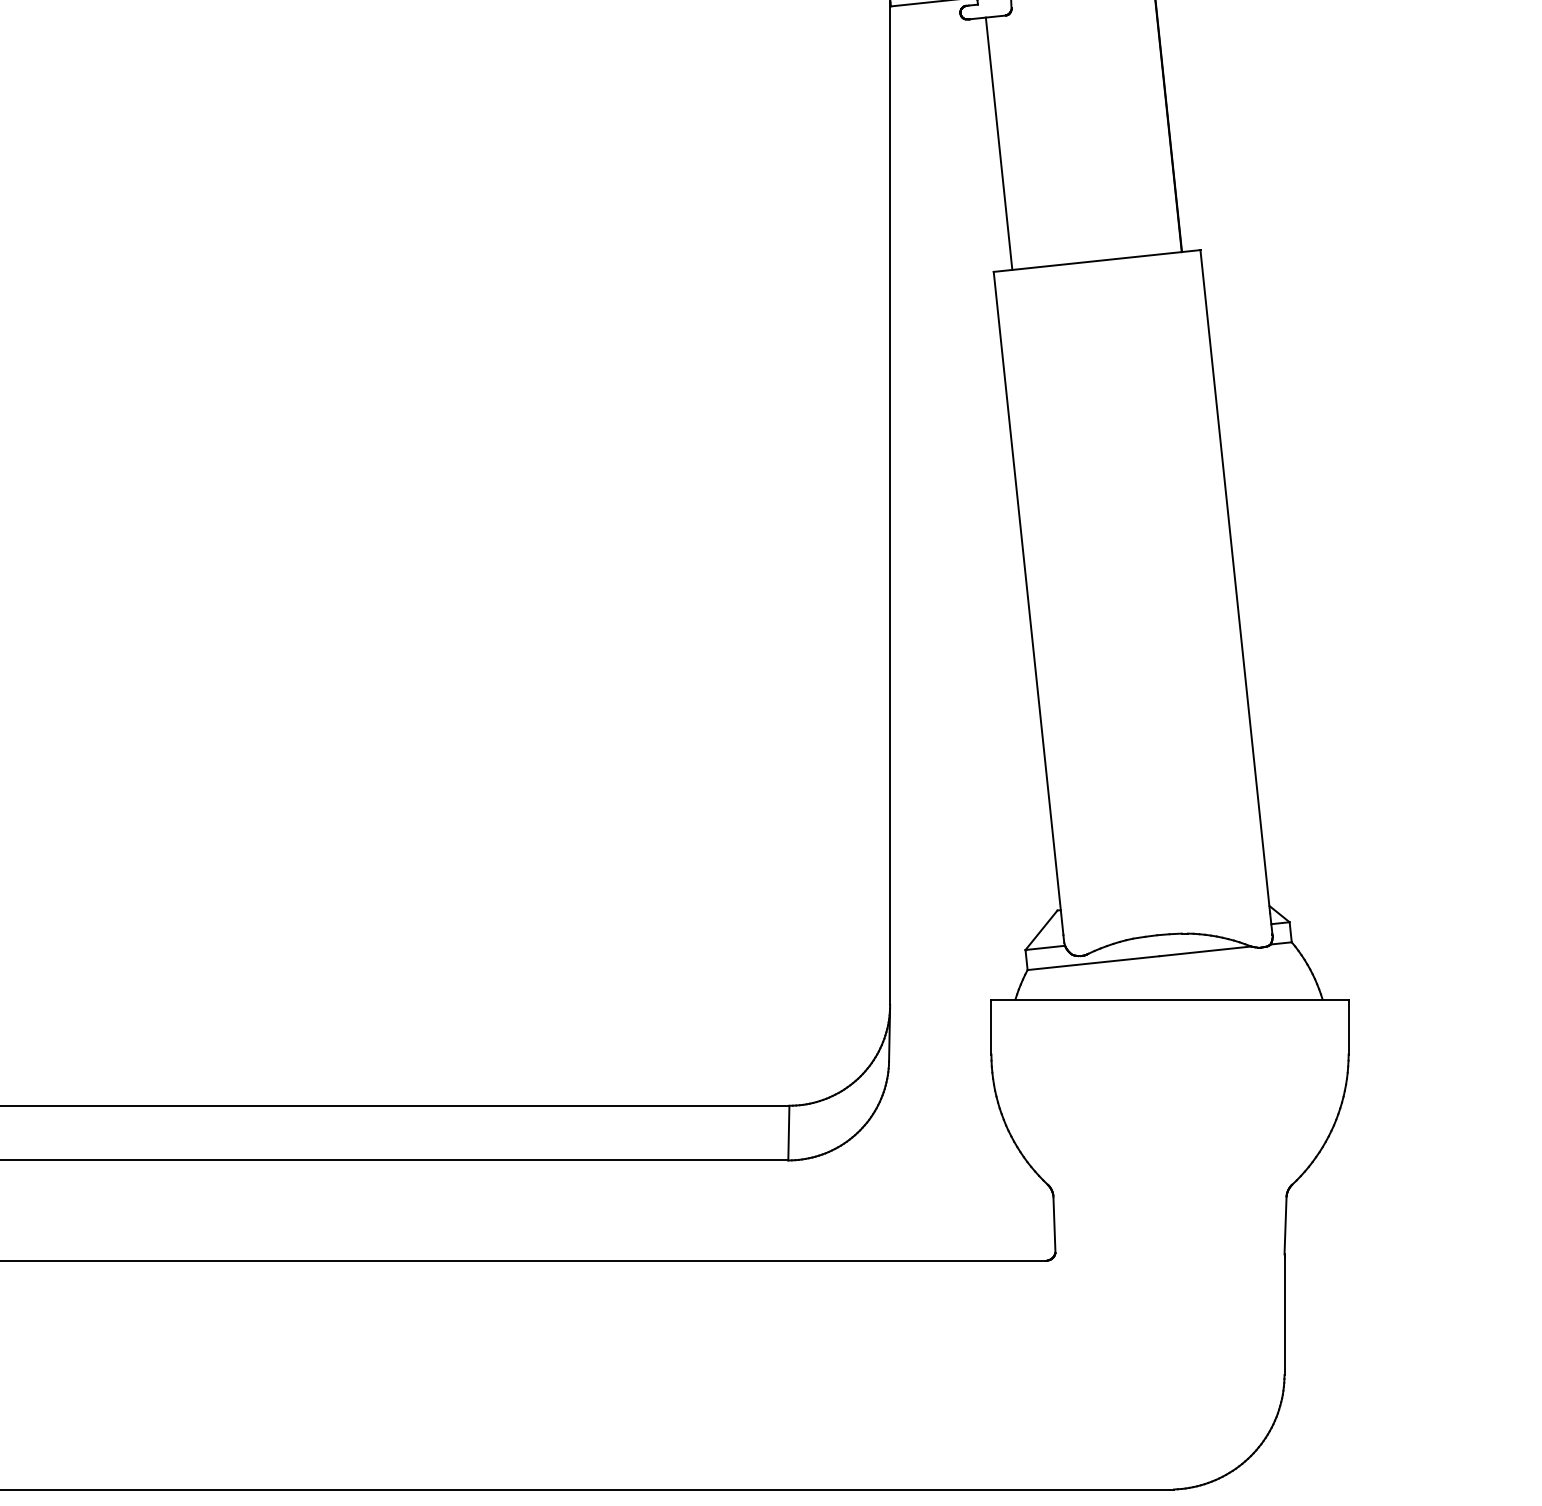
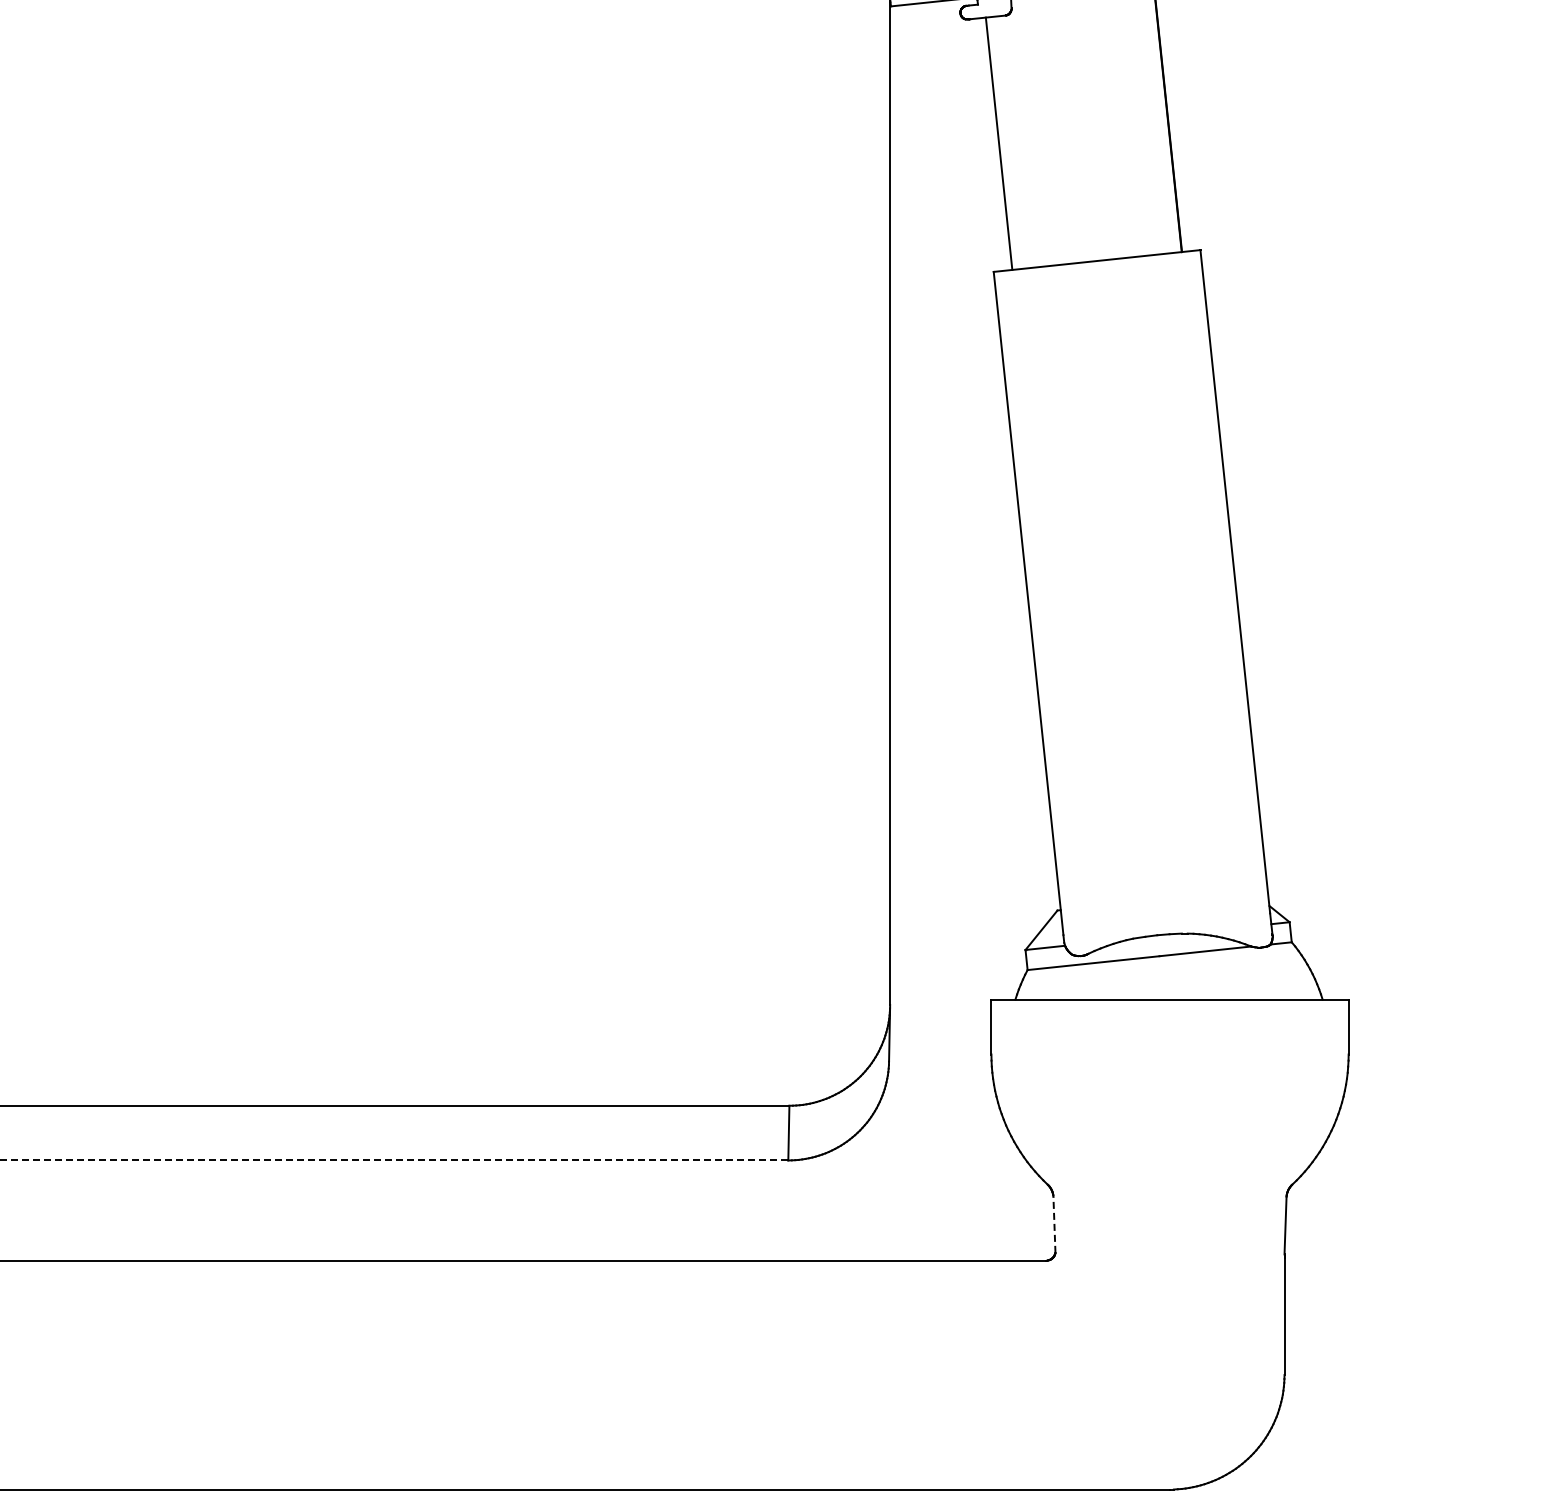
line at (394, 1160): solid -> dashed
line at (1054, 1225): solid -> dashed
